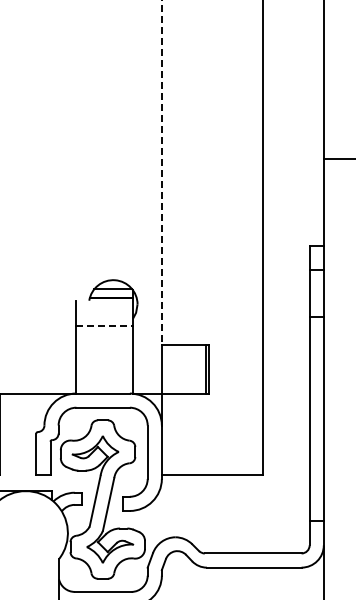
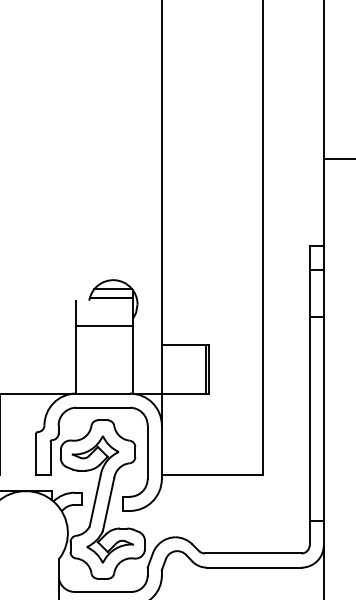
line at (161, 173): dashed -> solid
line at (105, 326): dashed -> solid
